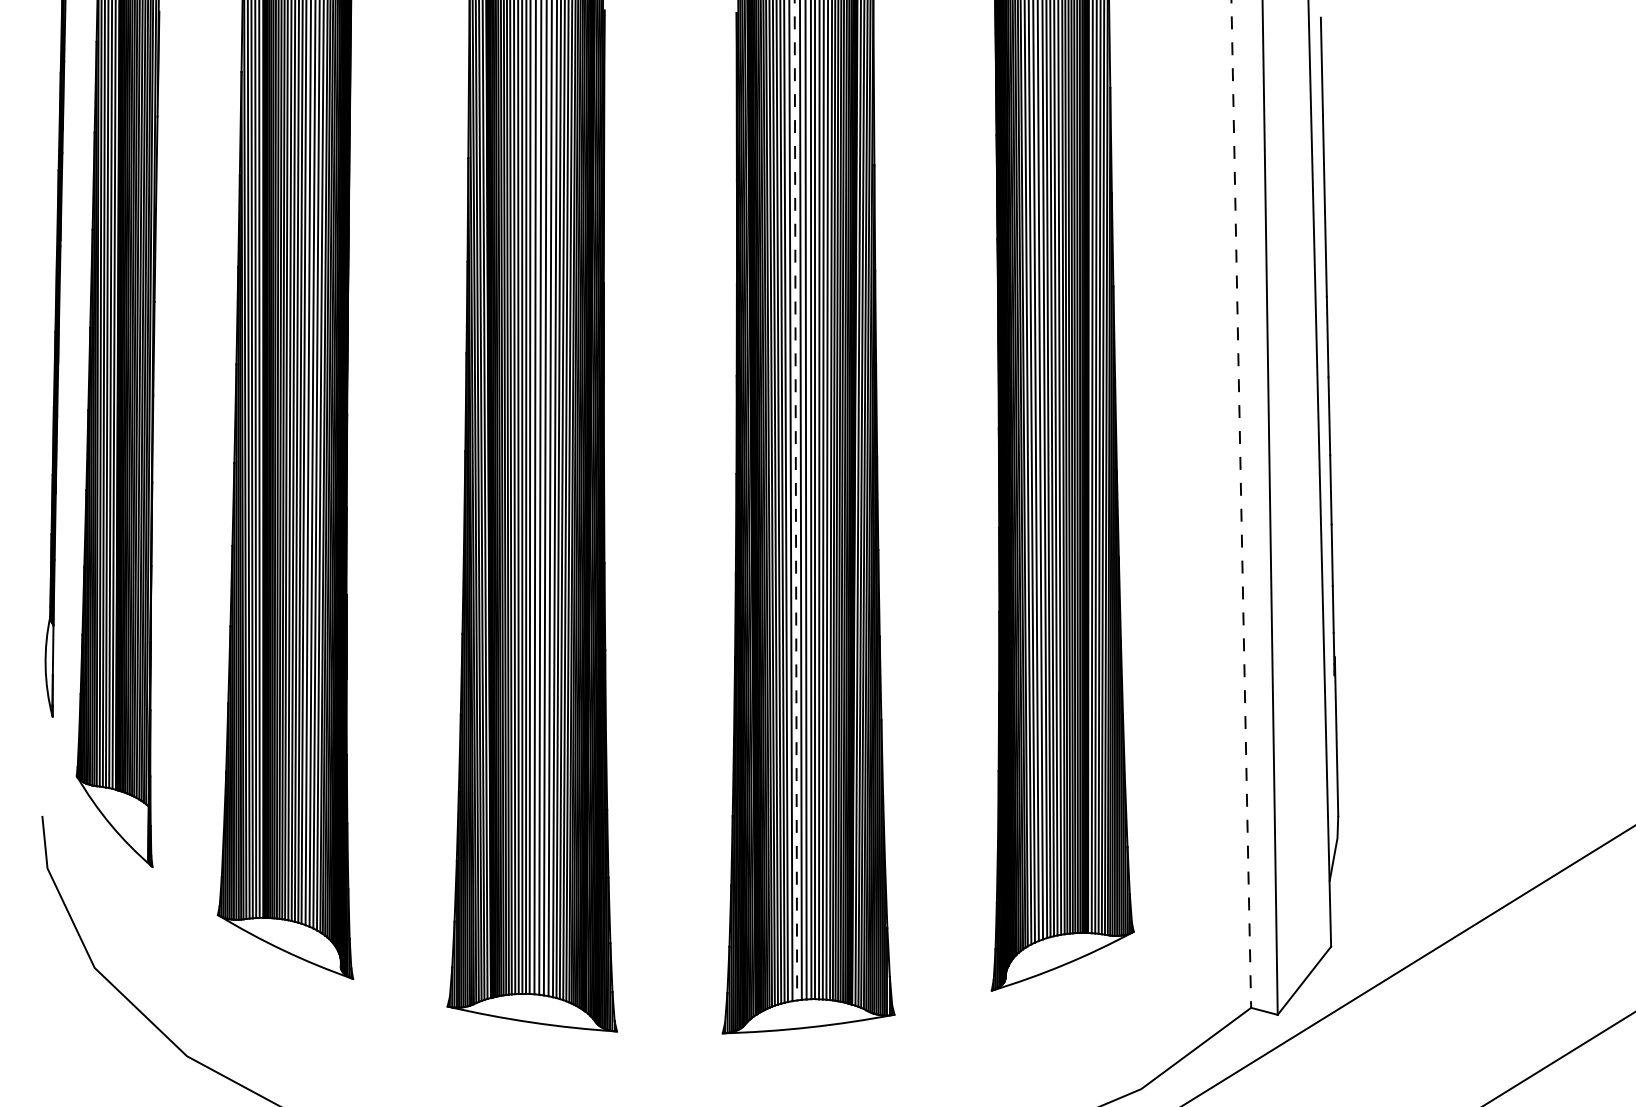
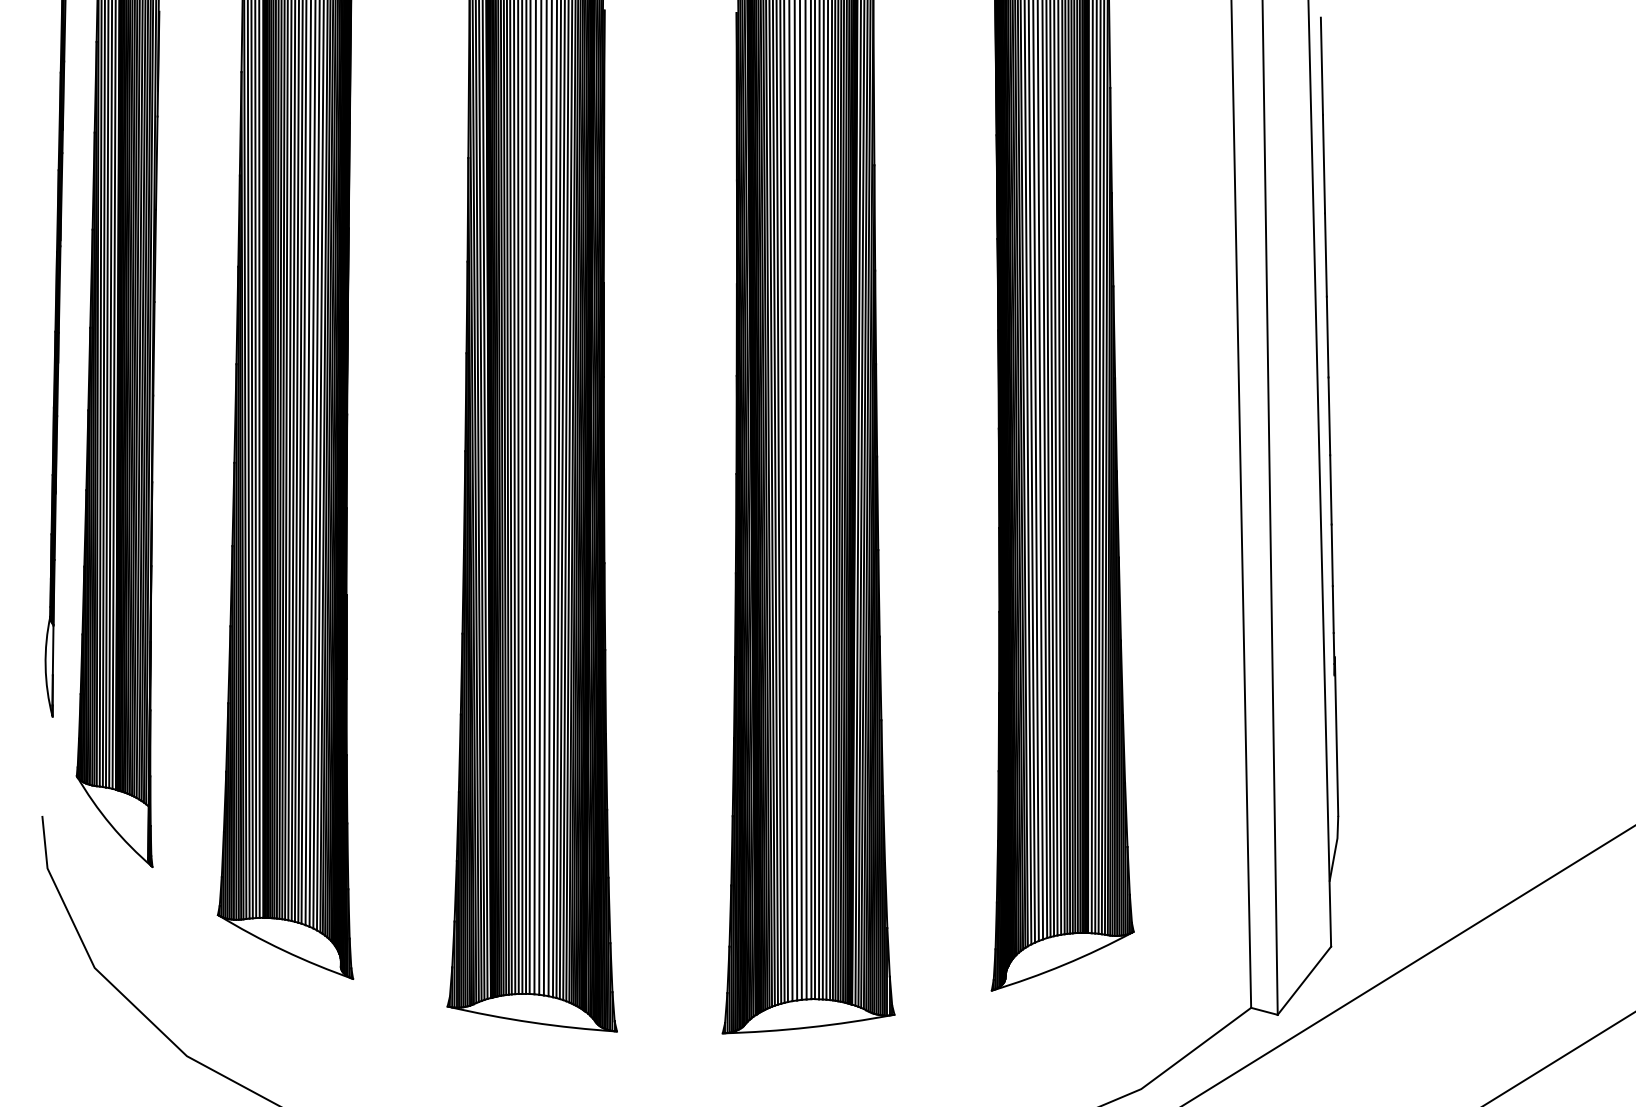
line at (795, 500): dashed -> solid
line at (1241, 505): dashed -> solid
